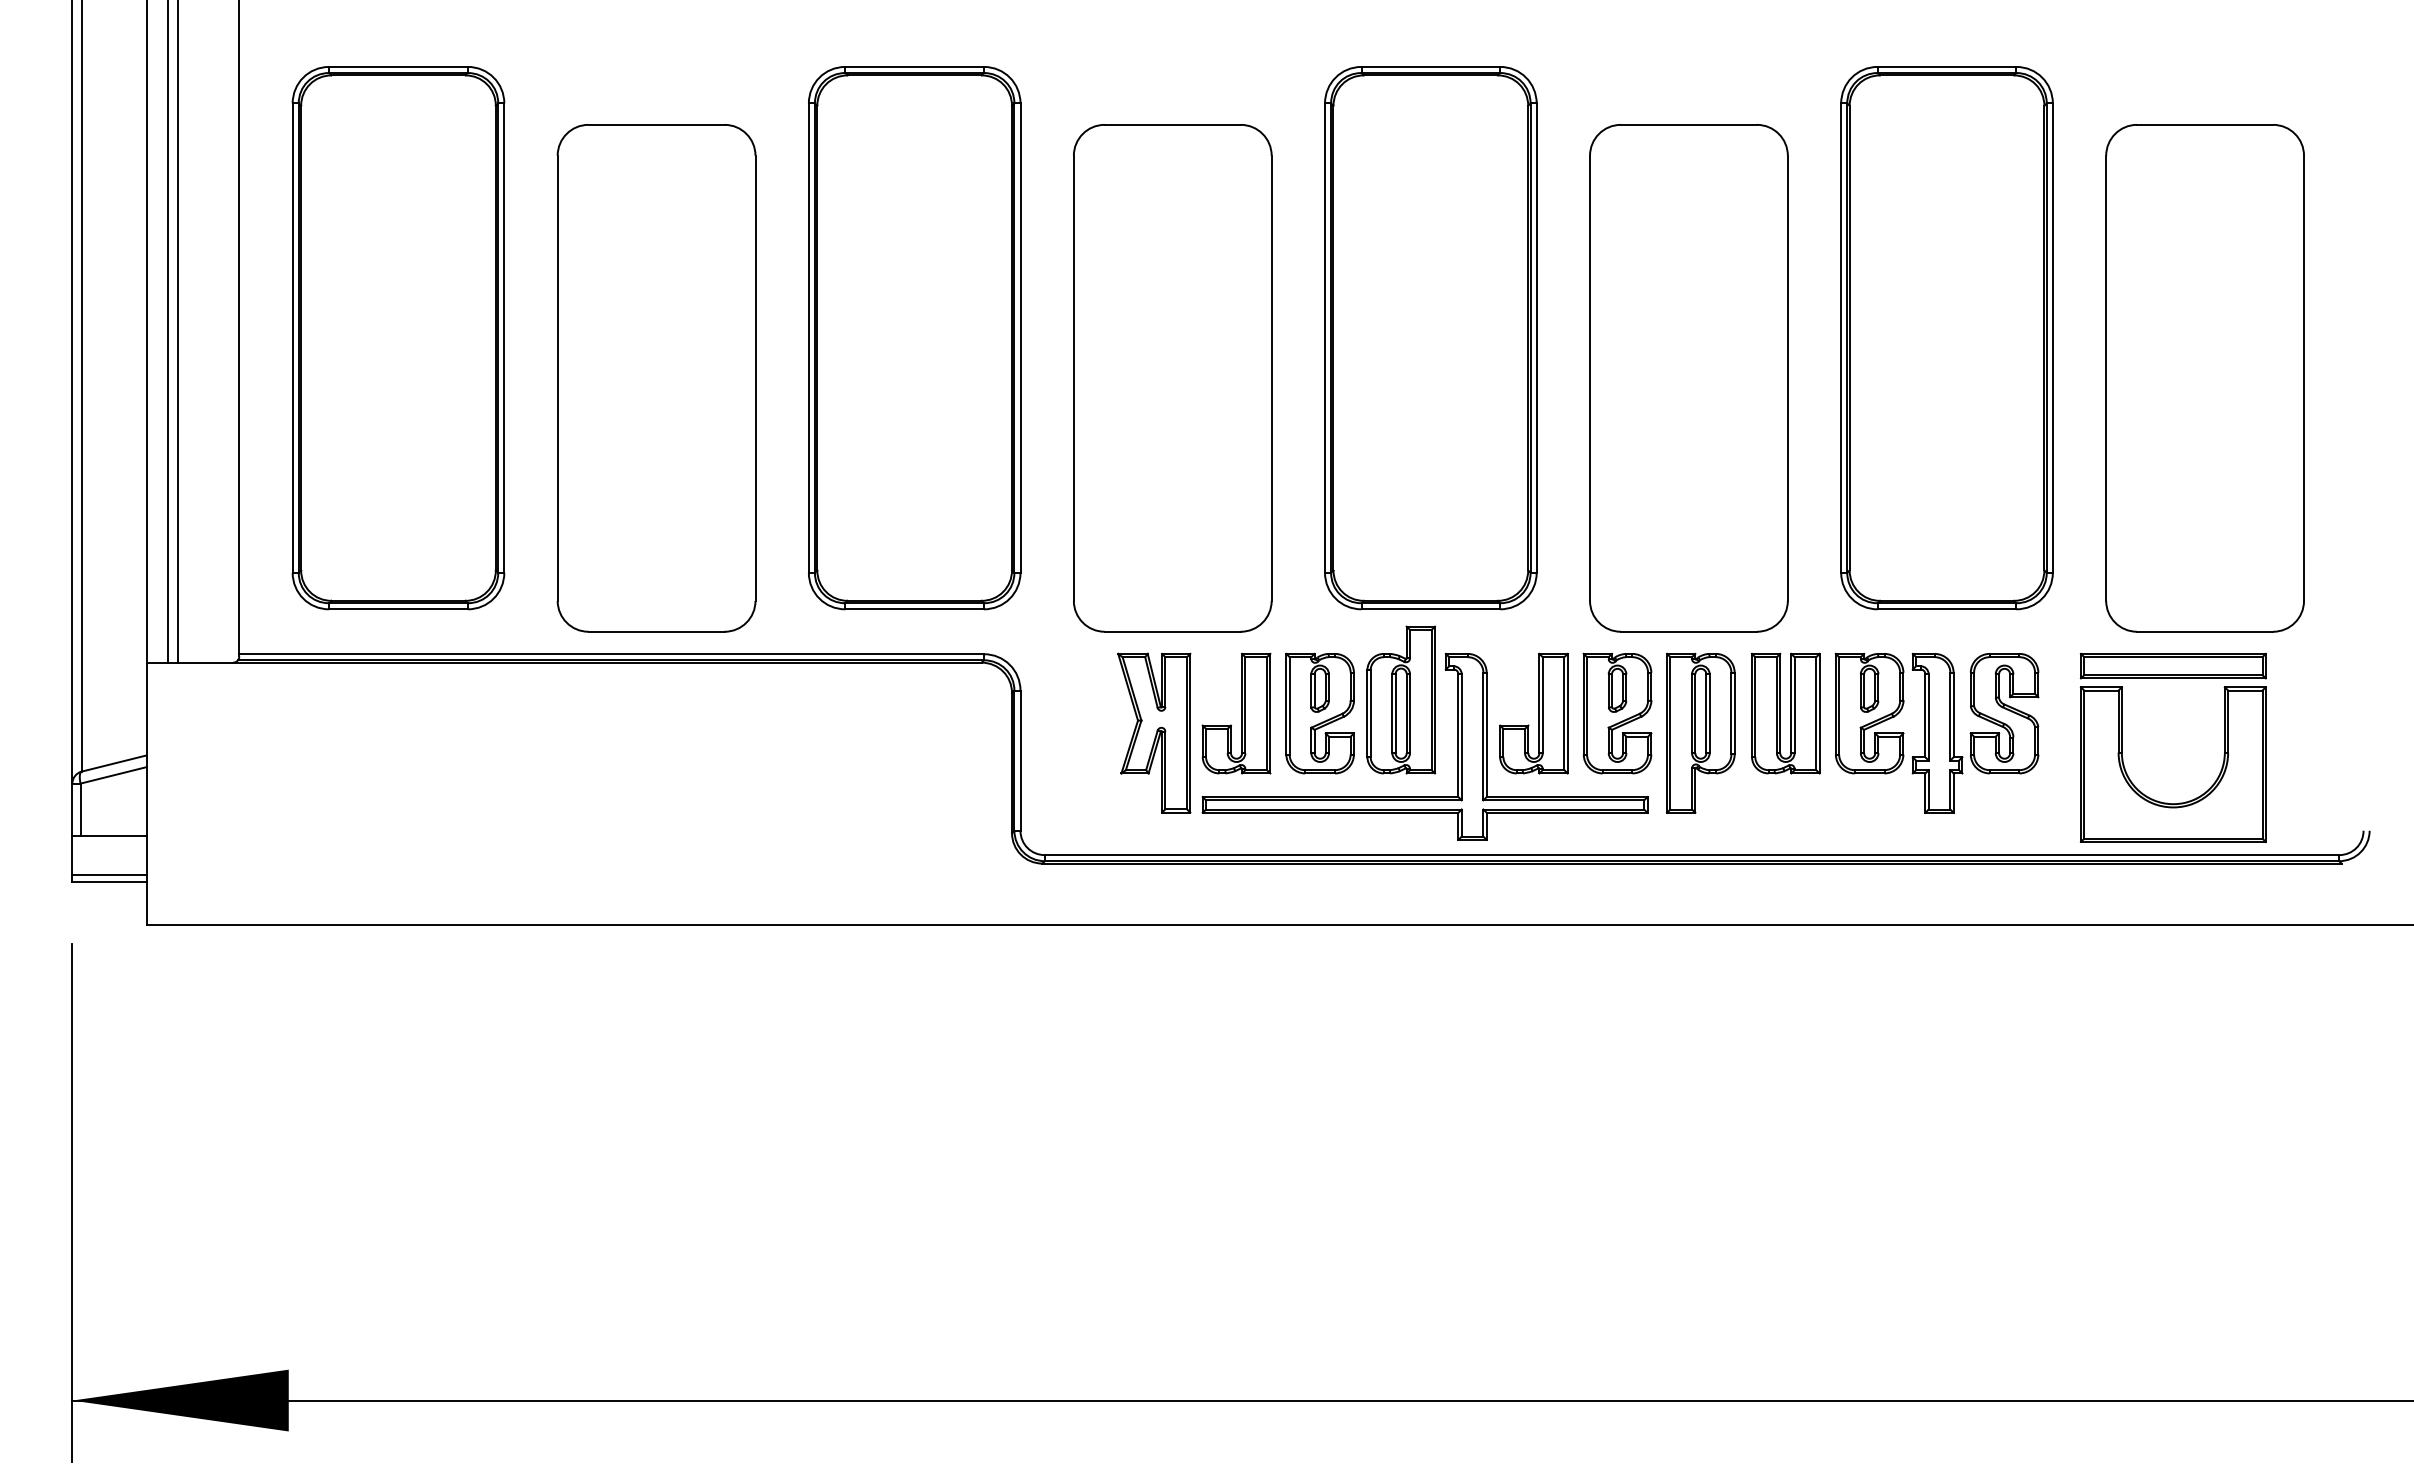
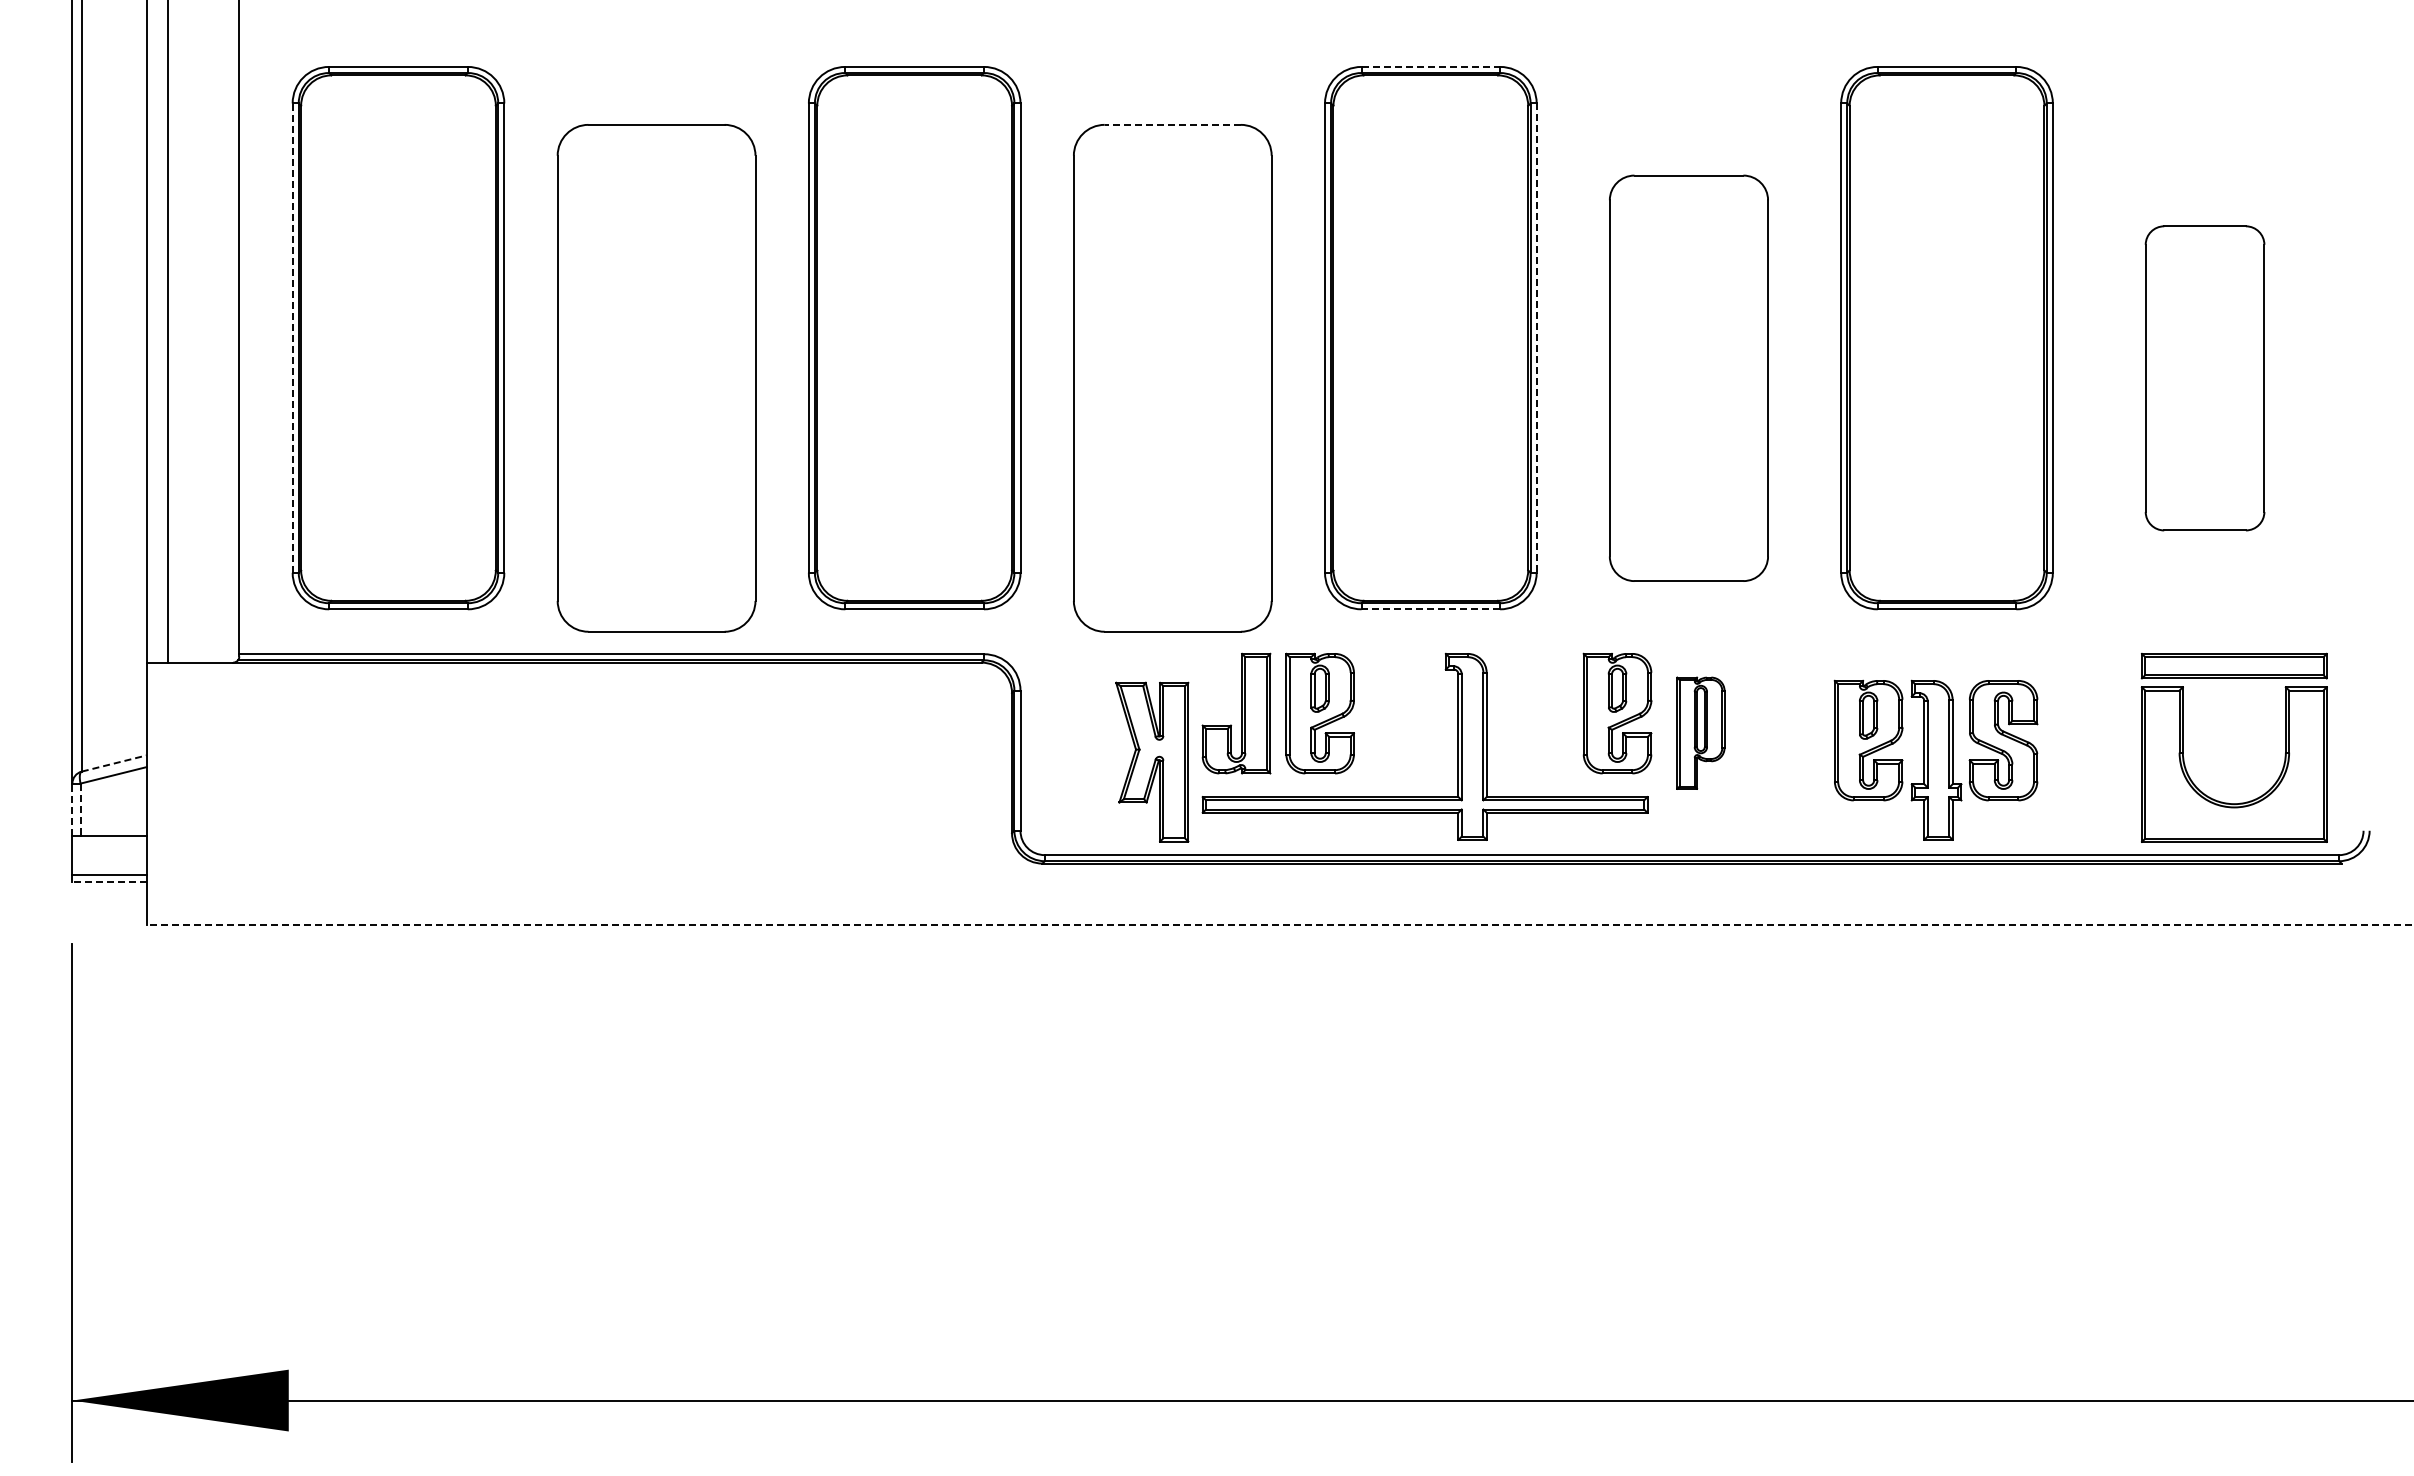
line at (1431, 66): solid -> dashed
line at (1172, 124): solid -> dashed
line at (177, 332): present -> none
line at (292, 338): solid -> dashed
line at (1536, 338): solid -> dashed
part at (1688, 378) size: 200x509 px -> 160x408 px
part at (2204, 378) size: 200x509 px -> 122x307 px
line at (1430, 609): solid -> dashed
part at (1400, 699): present -> none
part at (1533, 713): present -> none
part at (1785, 713): present -> none
part at (1154, 732) position: (1154, 732) -> (1152, 761)
part at (1700, 732) size: 70x162 px -> 50x114 px
part at (1936, 732) position: (1936, 732) -> (1935, 759)
part at (2122, 747) position: (2122, 747) -> (2183, 747)
line at (114, 763): solid -> dashed
line at (72, 809): solid -> dashed
line at (80, 810): solid -> dashed
line at (109, 882): solid -> dashed
line at (1280, 925): solid -> dashed
